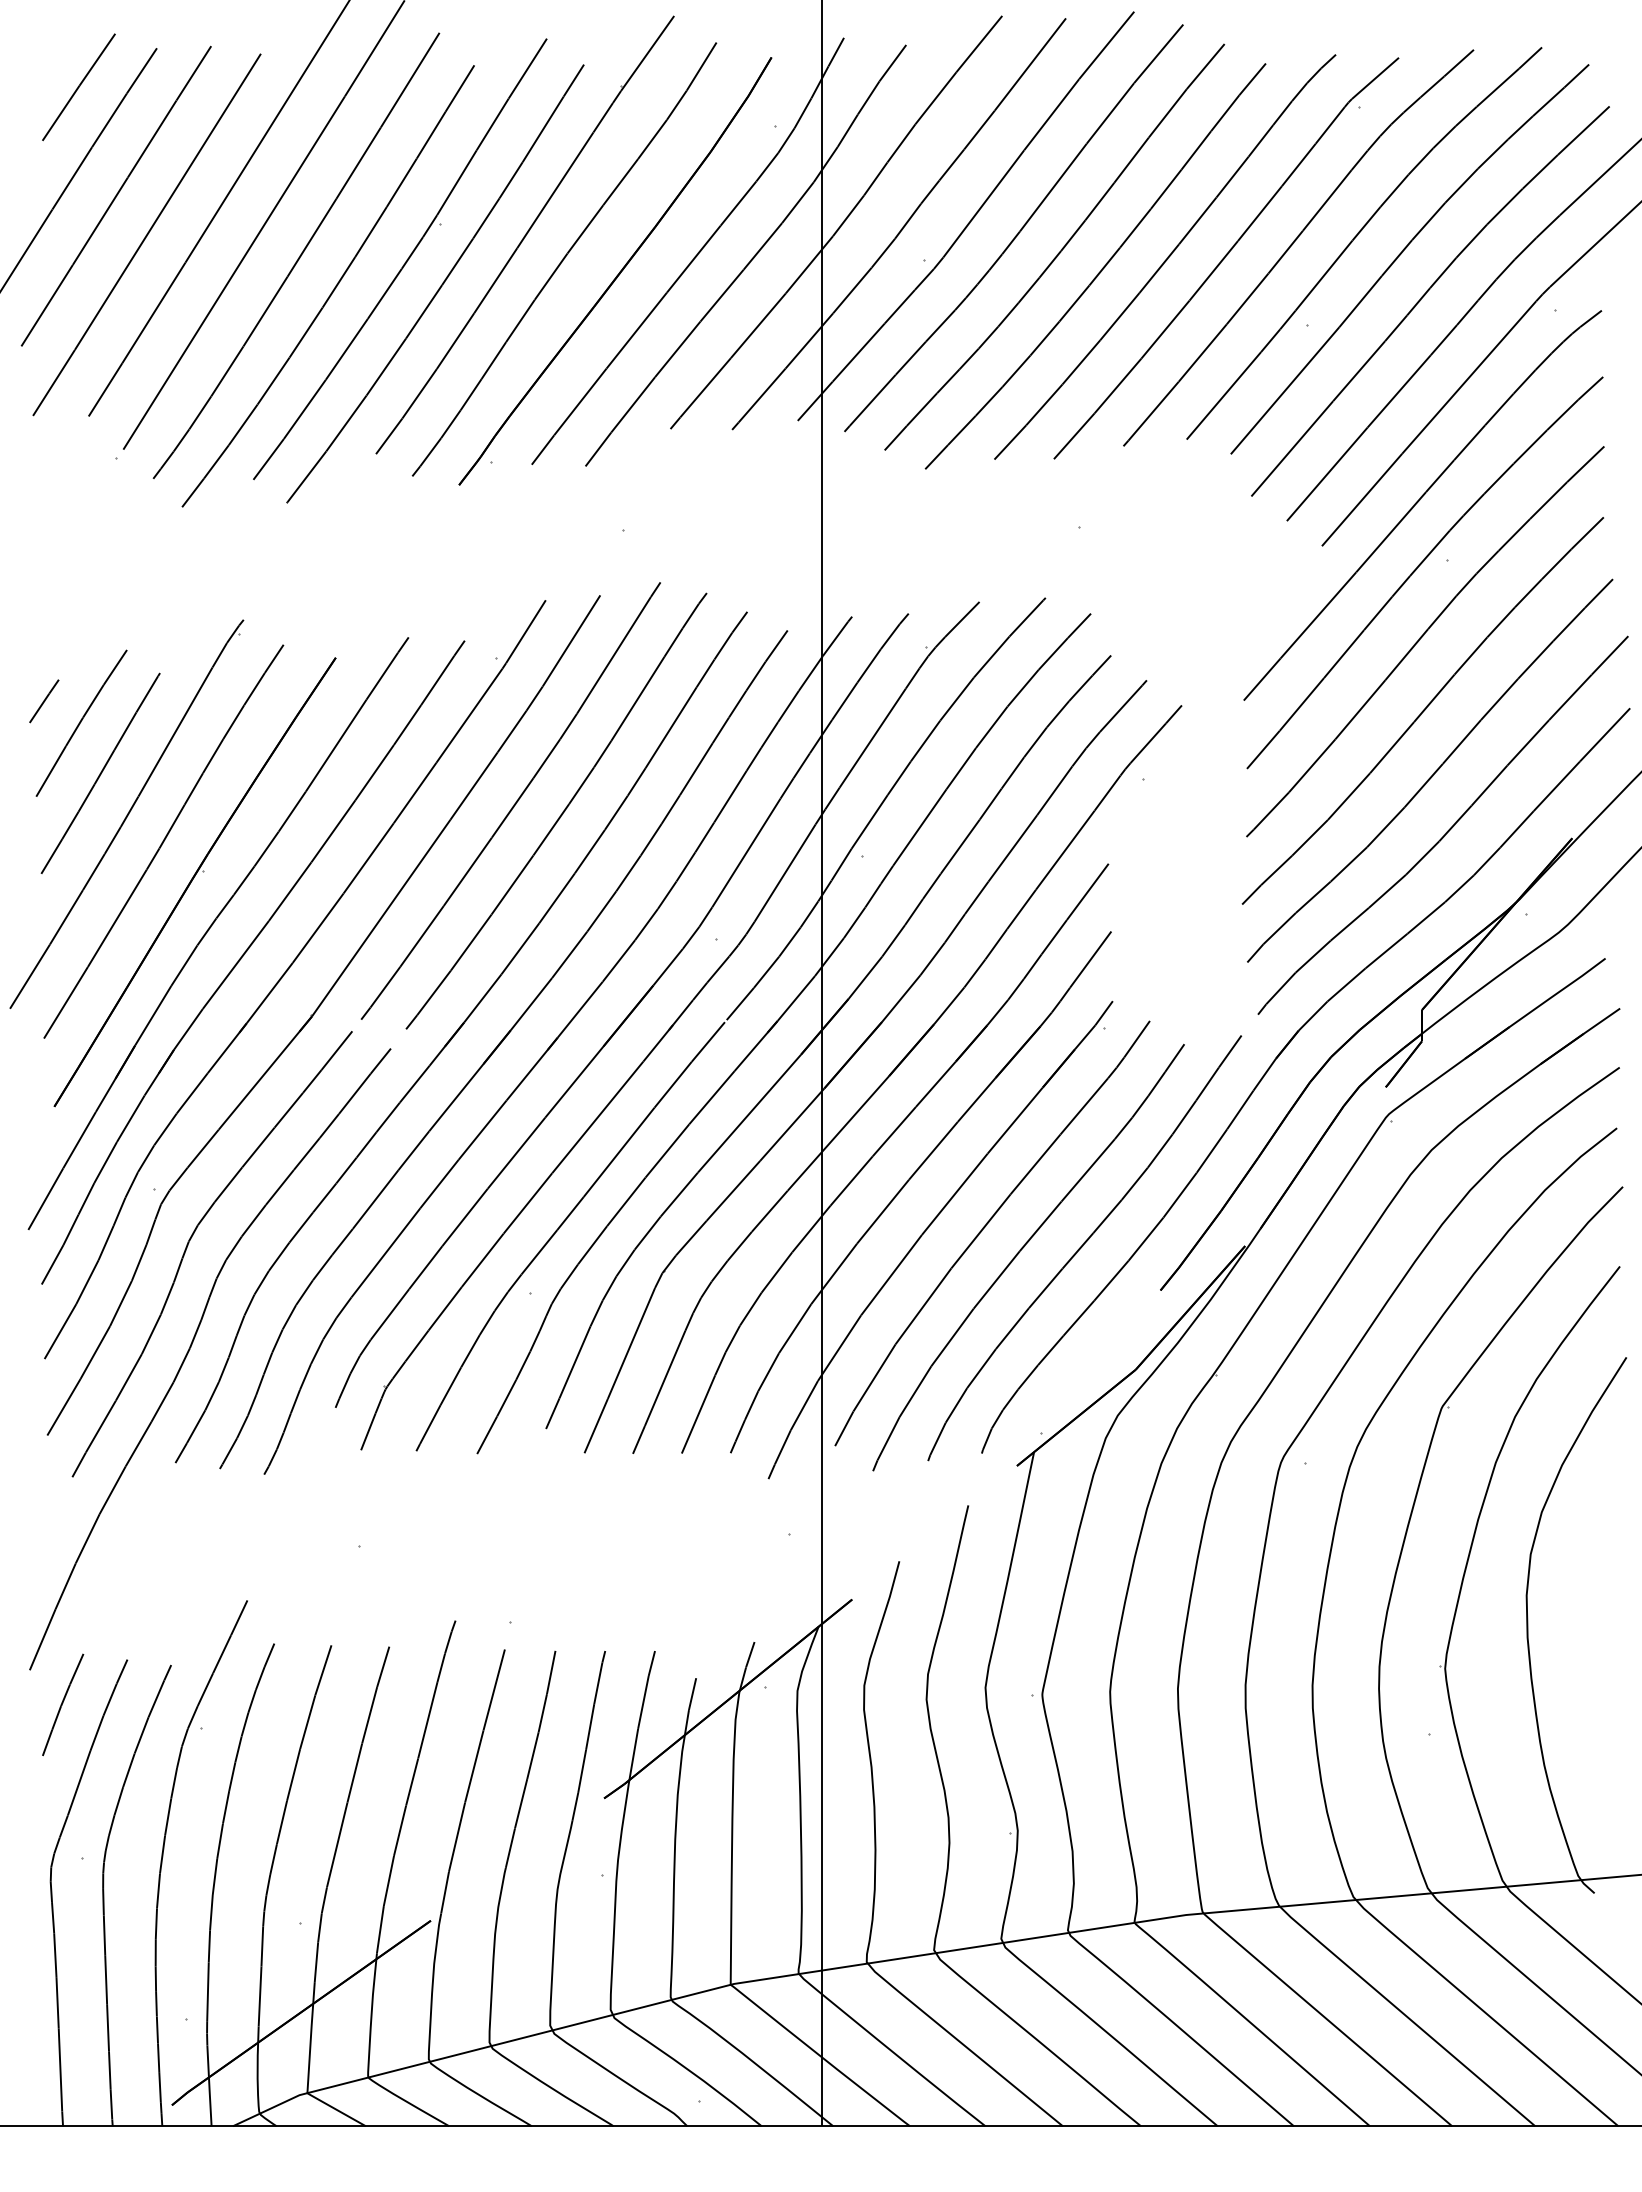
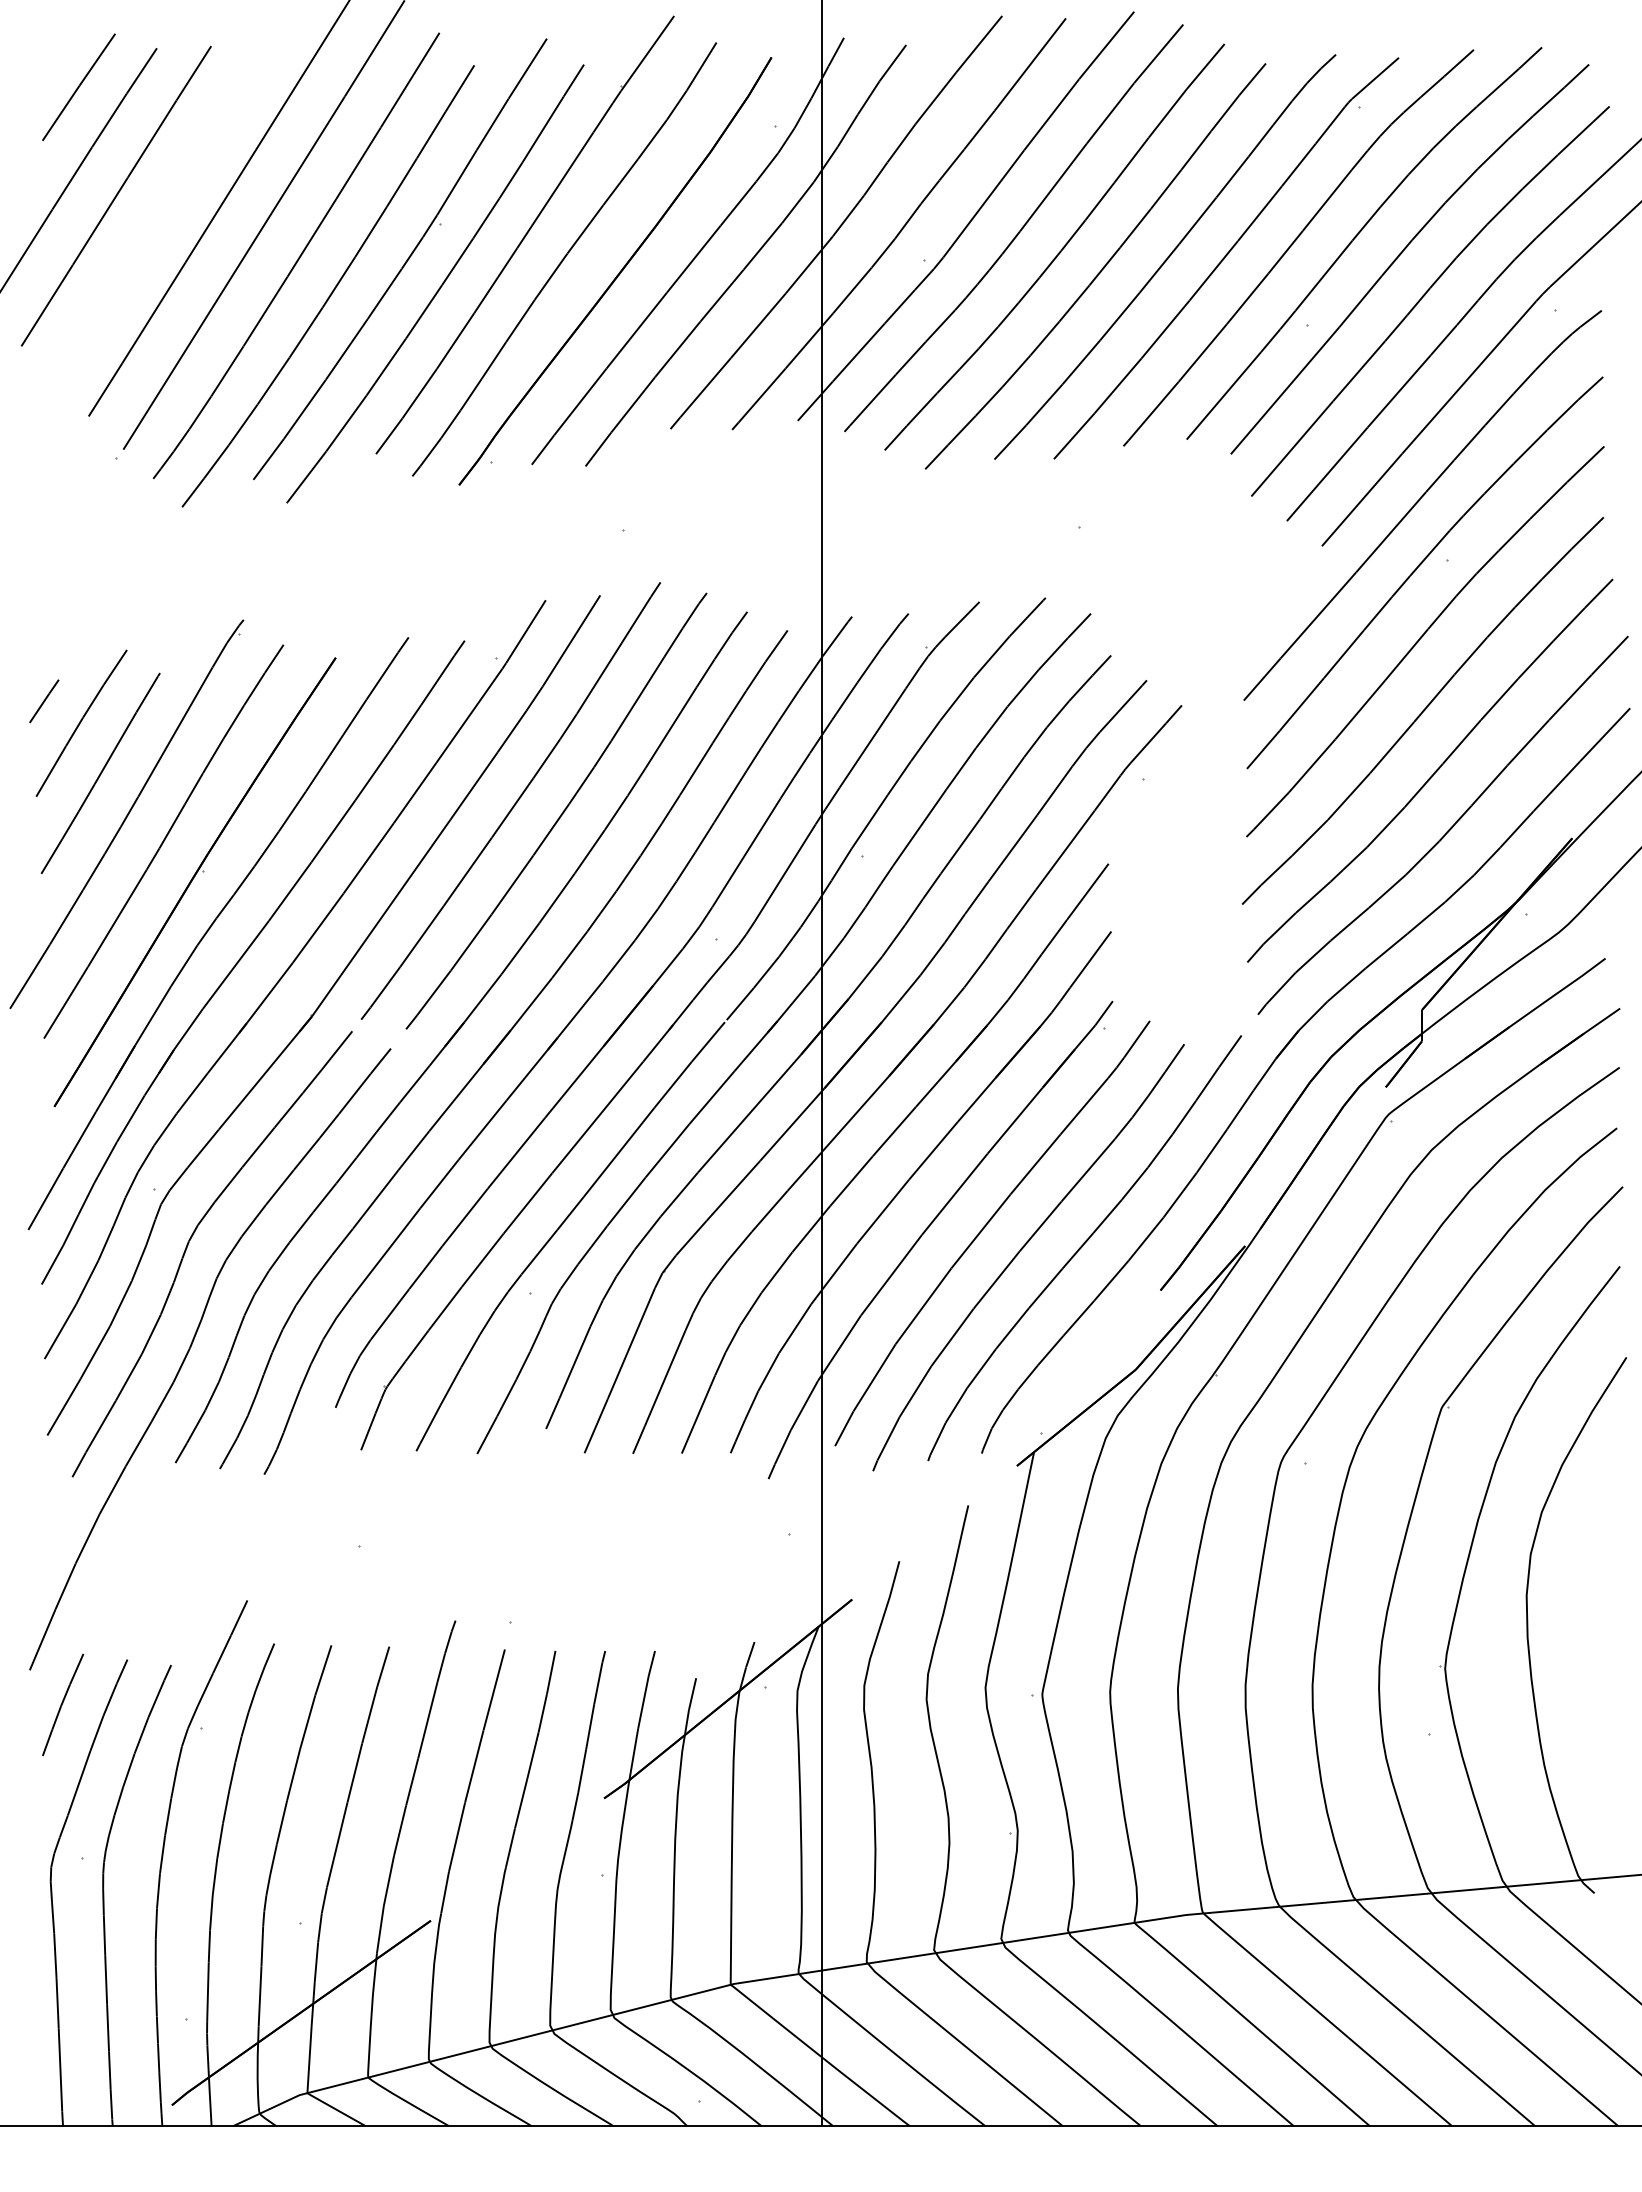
line at (146, 234): present -> none
